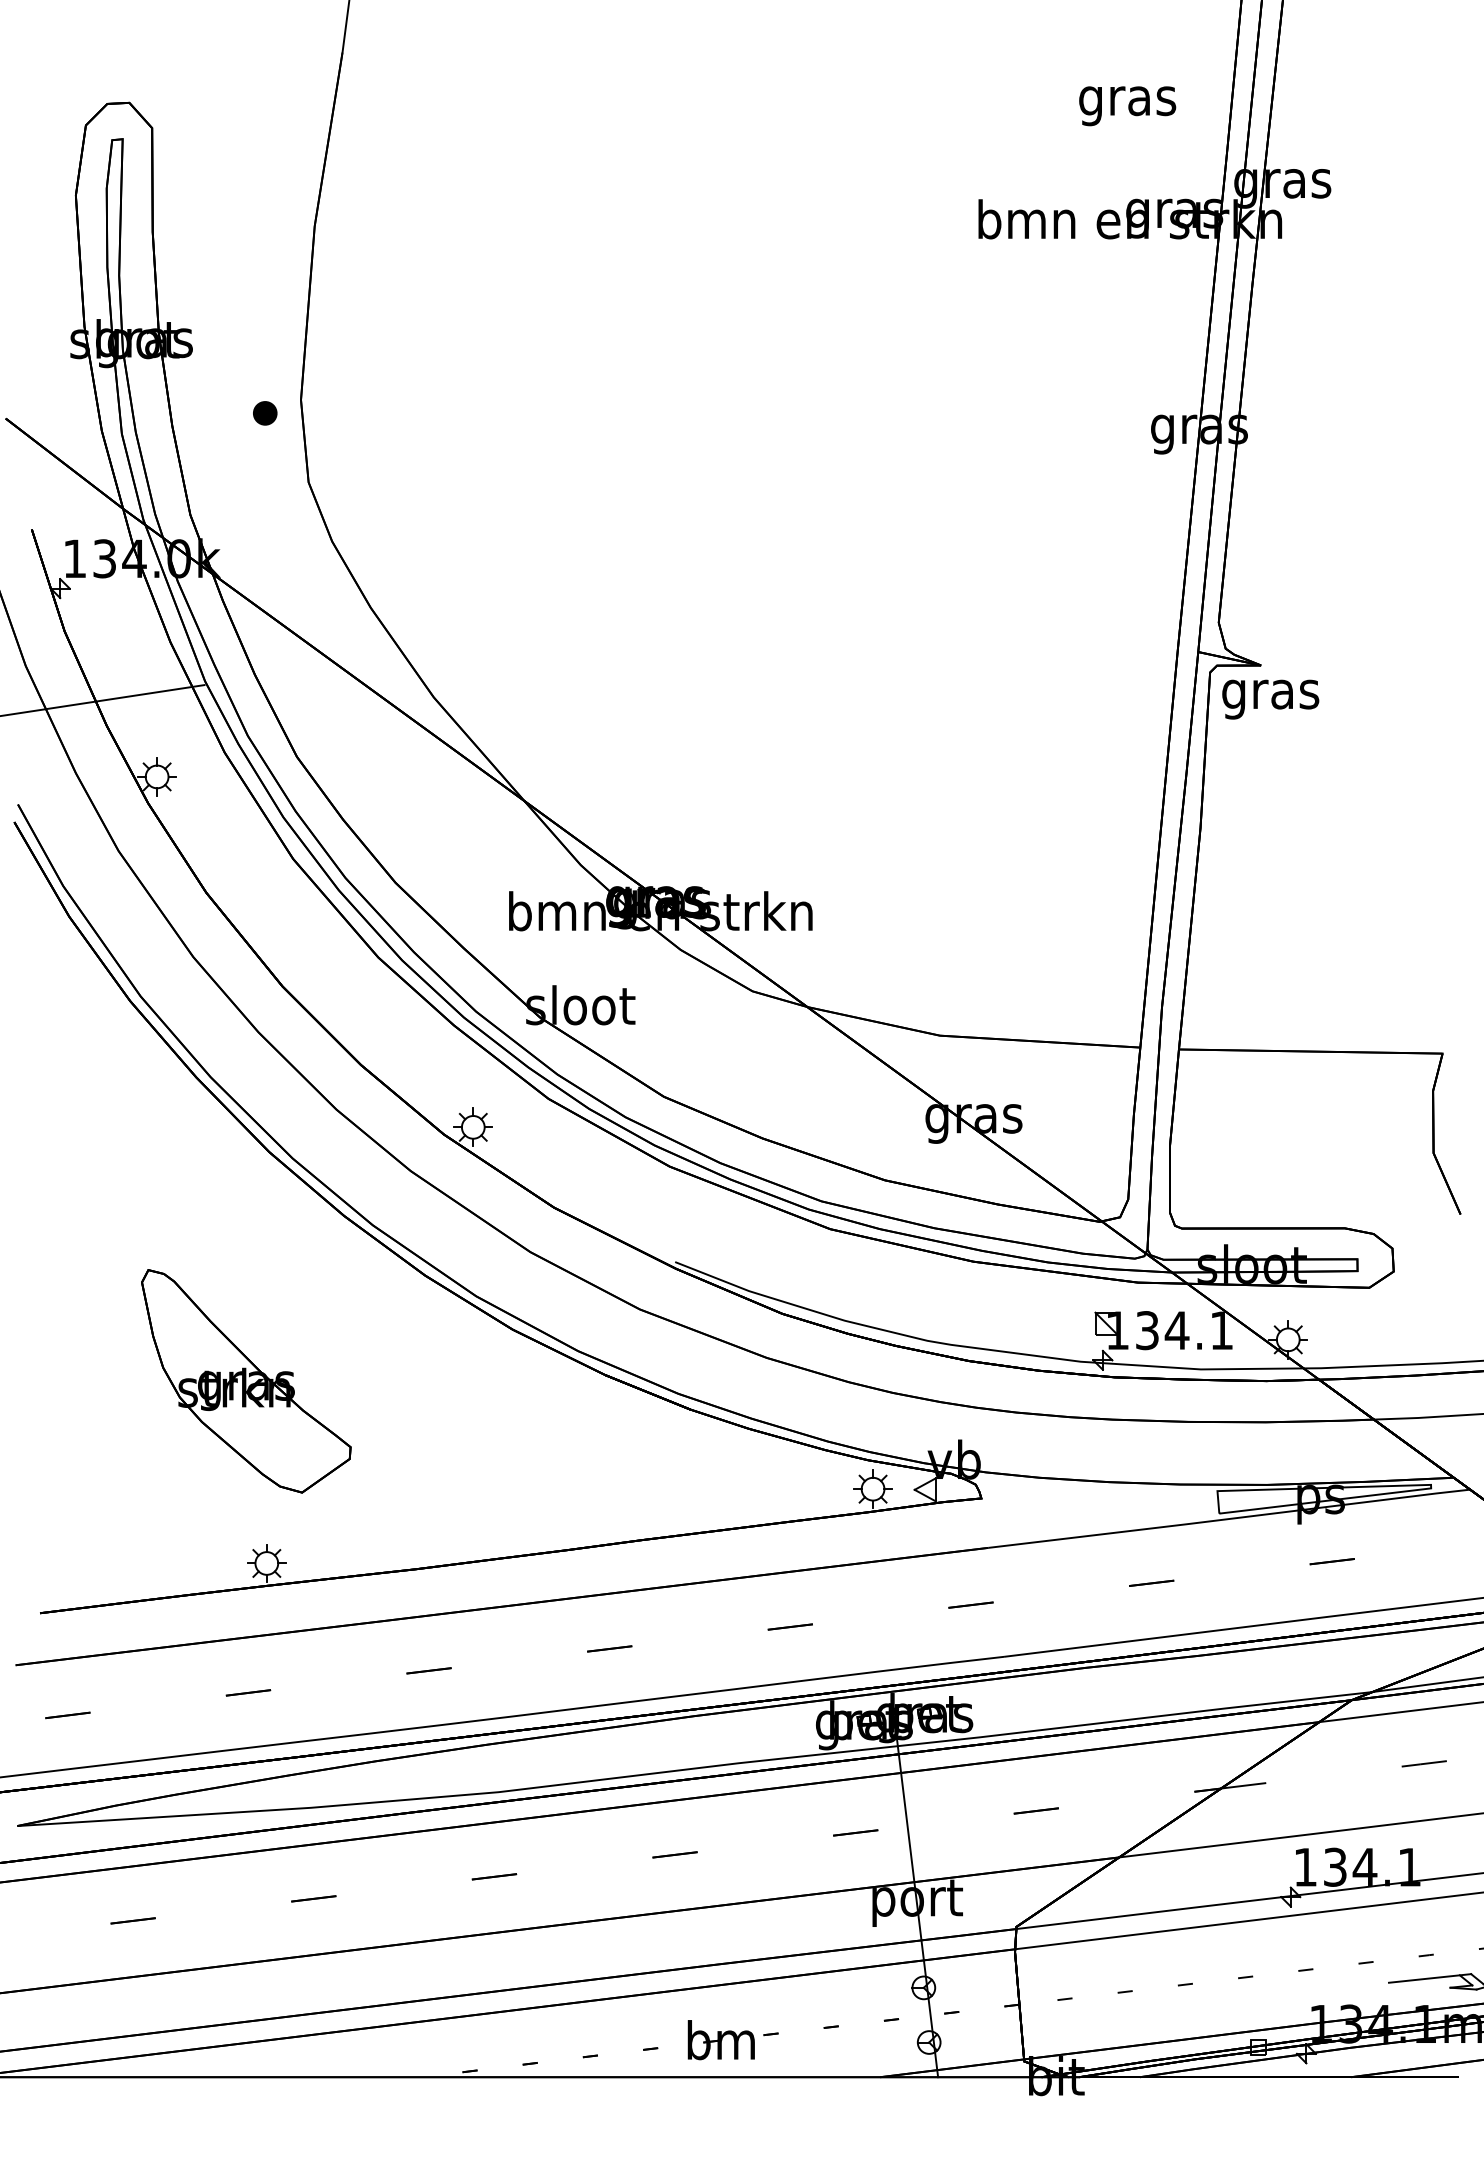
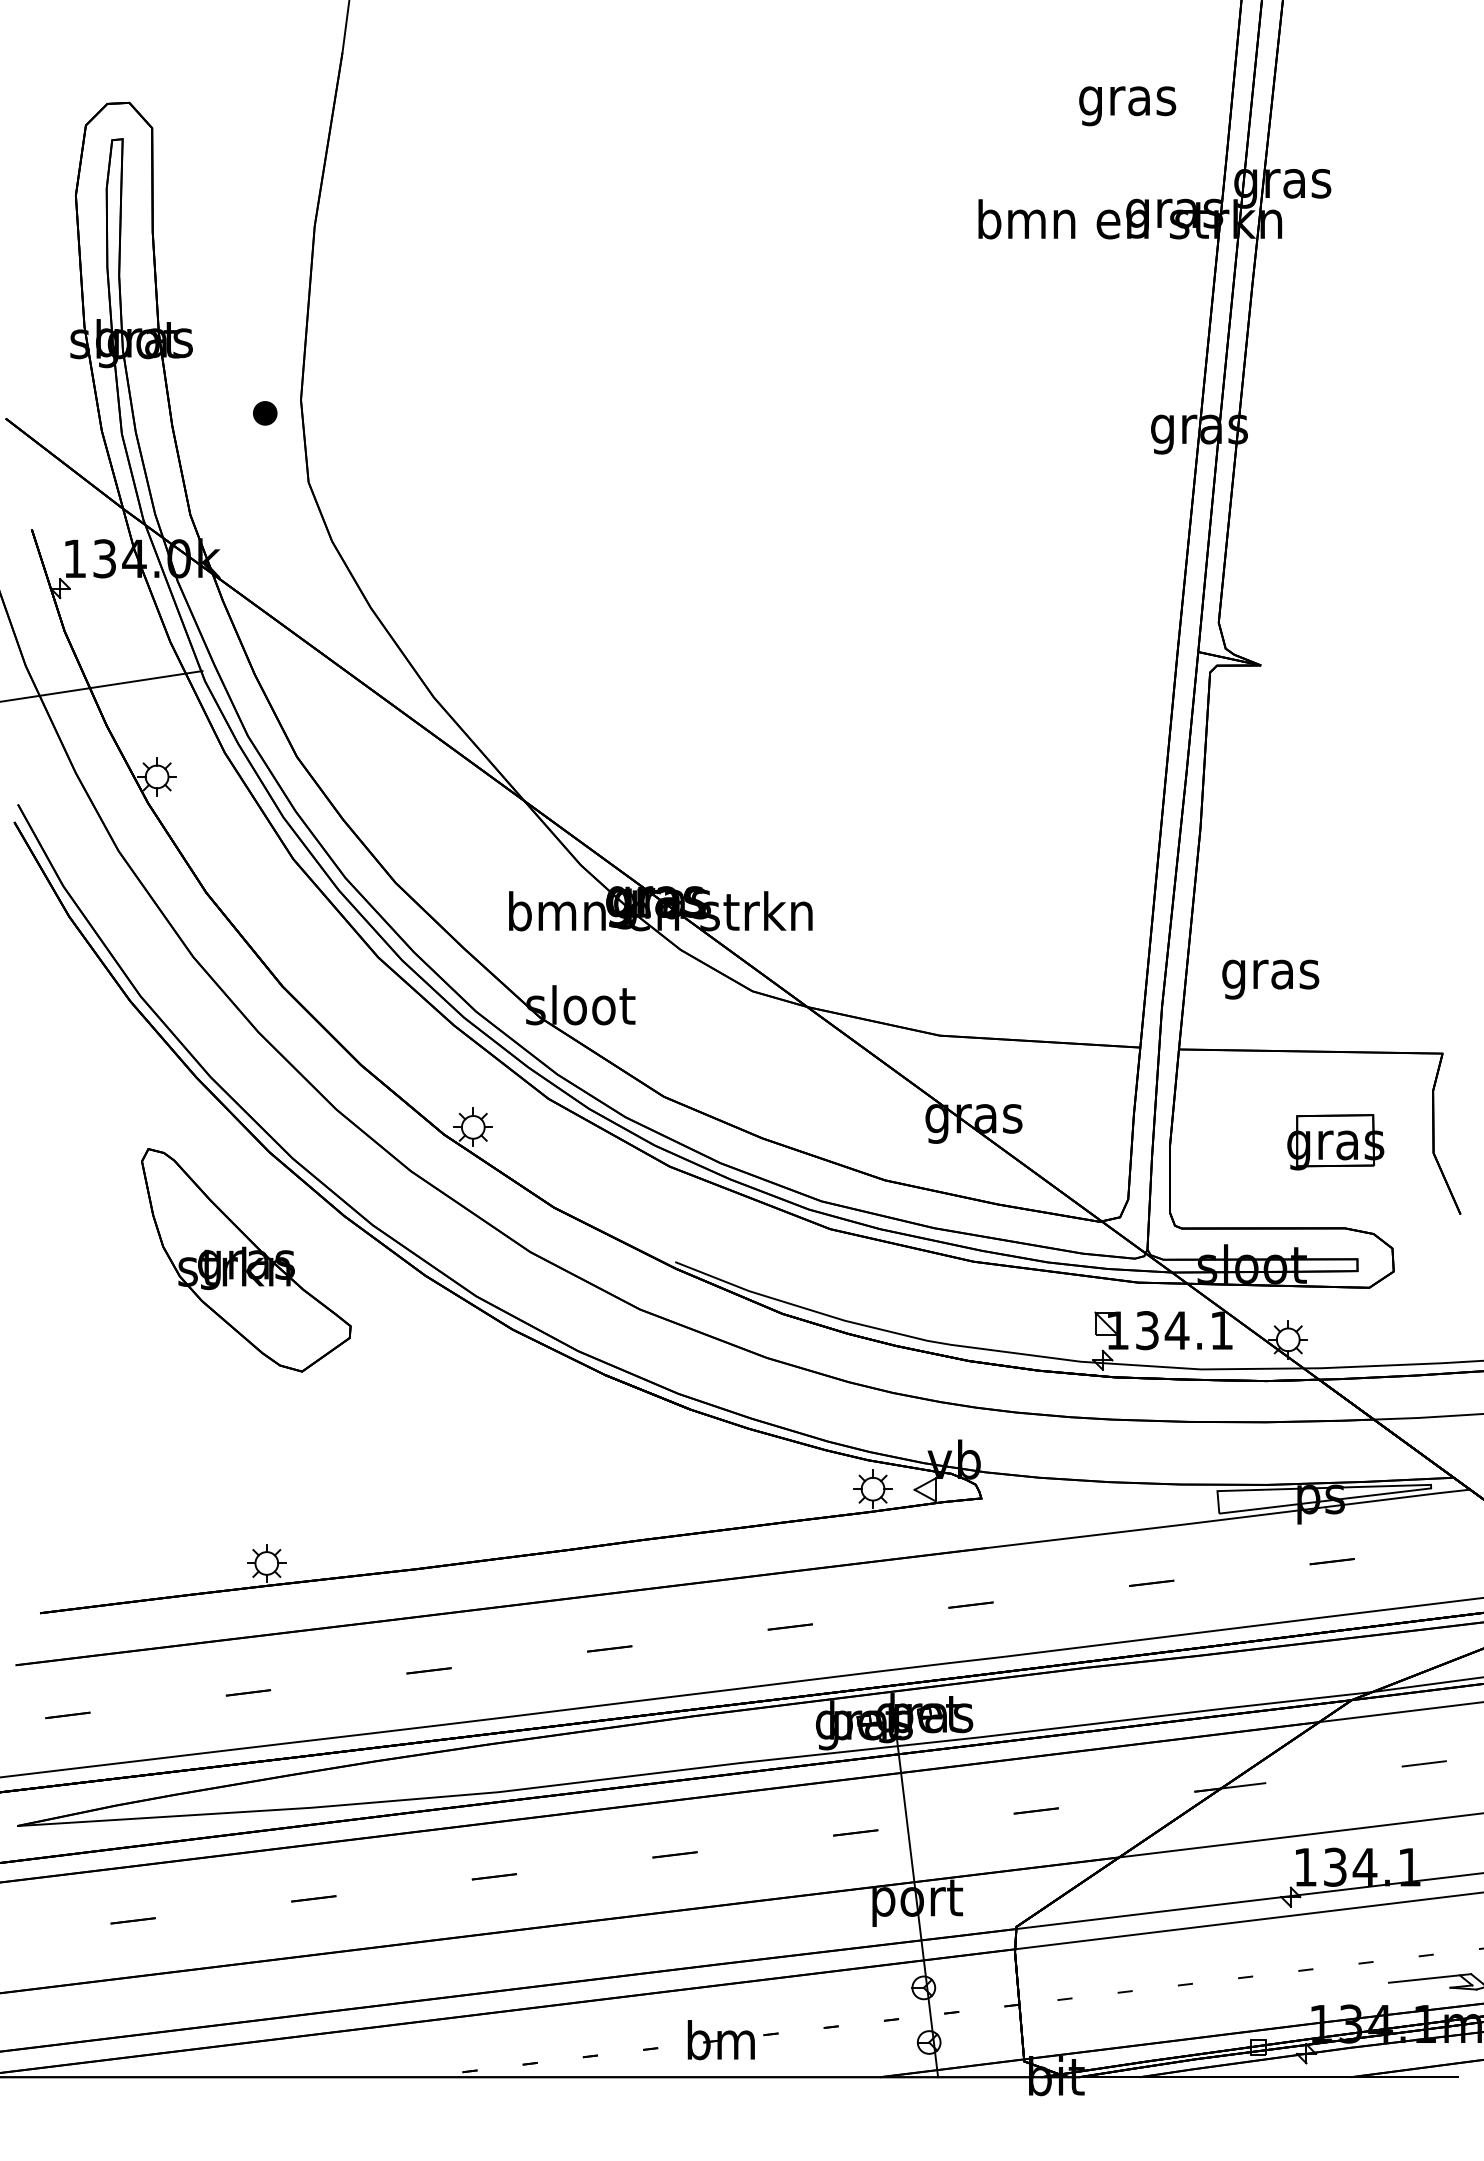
text at (1270, 699) position: (1270, 699) -> (1270, 979)
line at (103, 700) position: (103, 700) -> (102, 686)
part at (1335, 1142): none -> present
part at (246, 1381) position: (246, 1381) -> (246, 1260)
